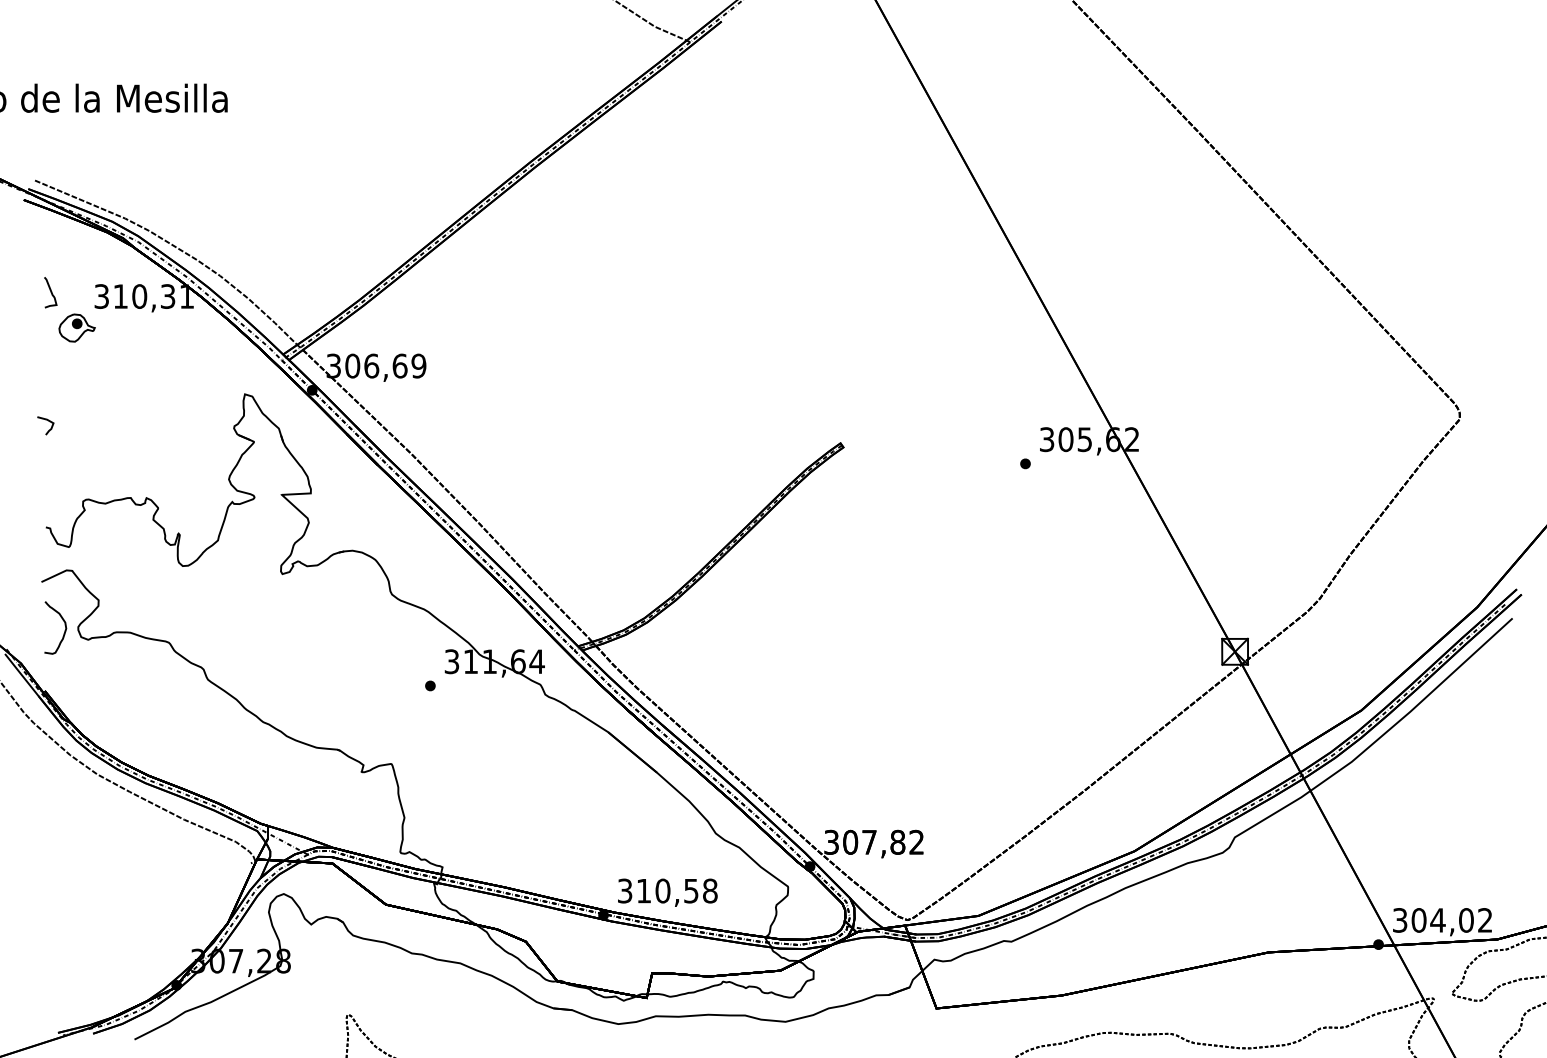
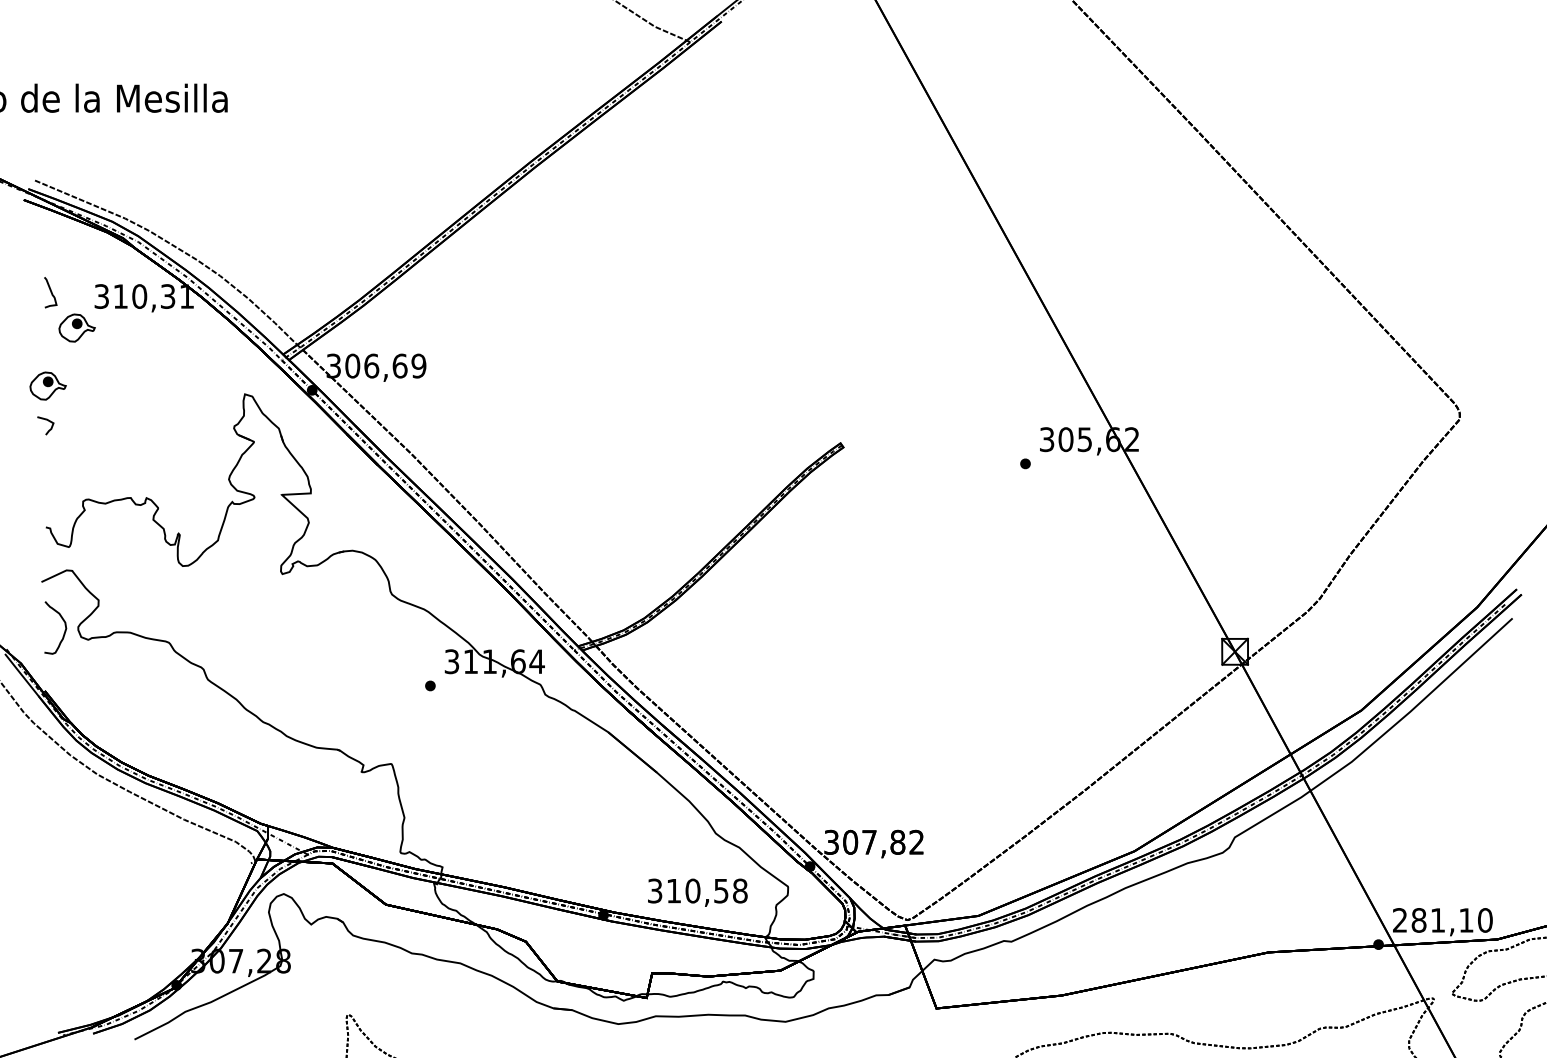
part at (47, 385): none -> present
text at (667, 892) position: (667, 892) -> (697, 892)
text at (1442, 920): 304,02 -> 281,10
